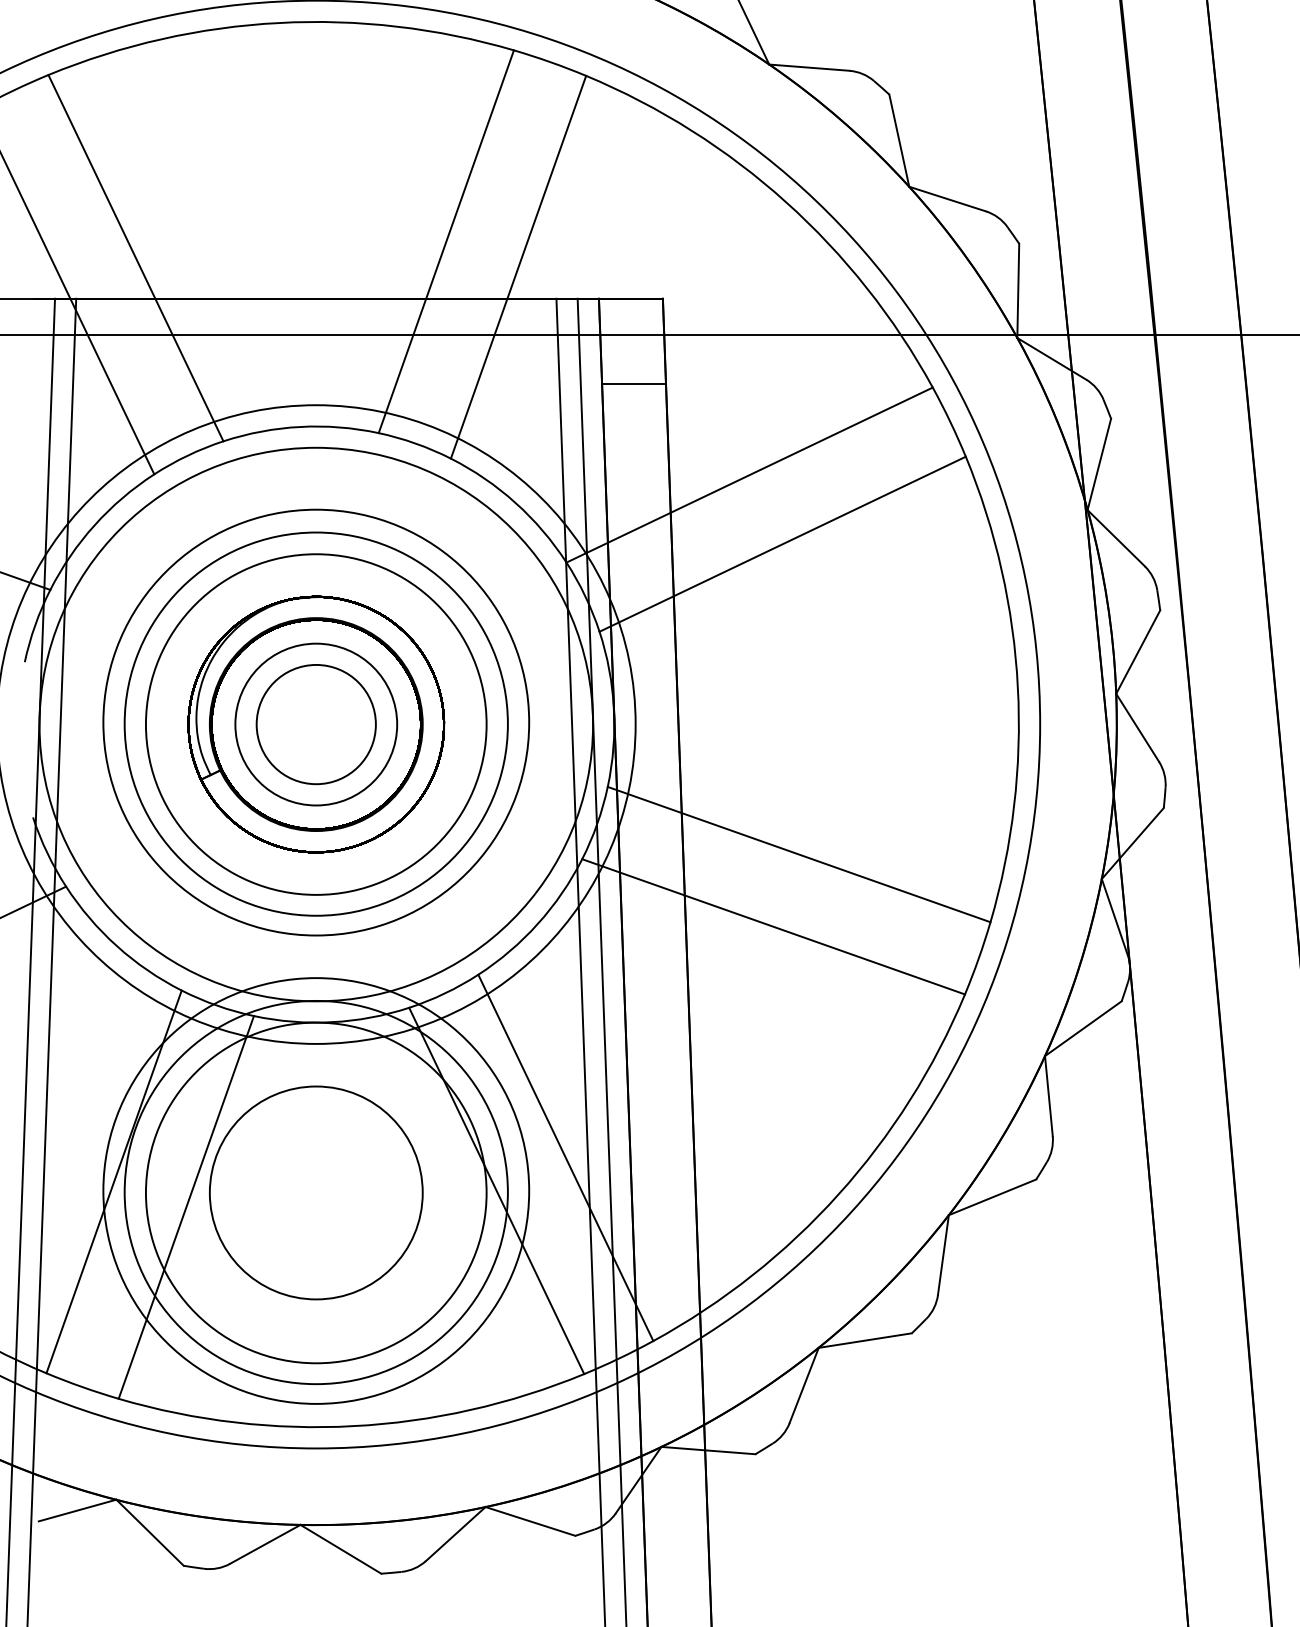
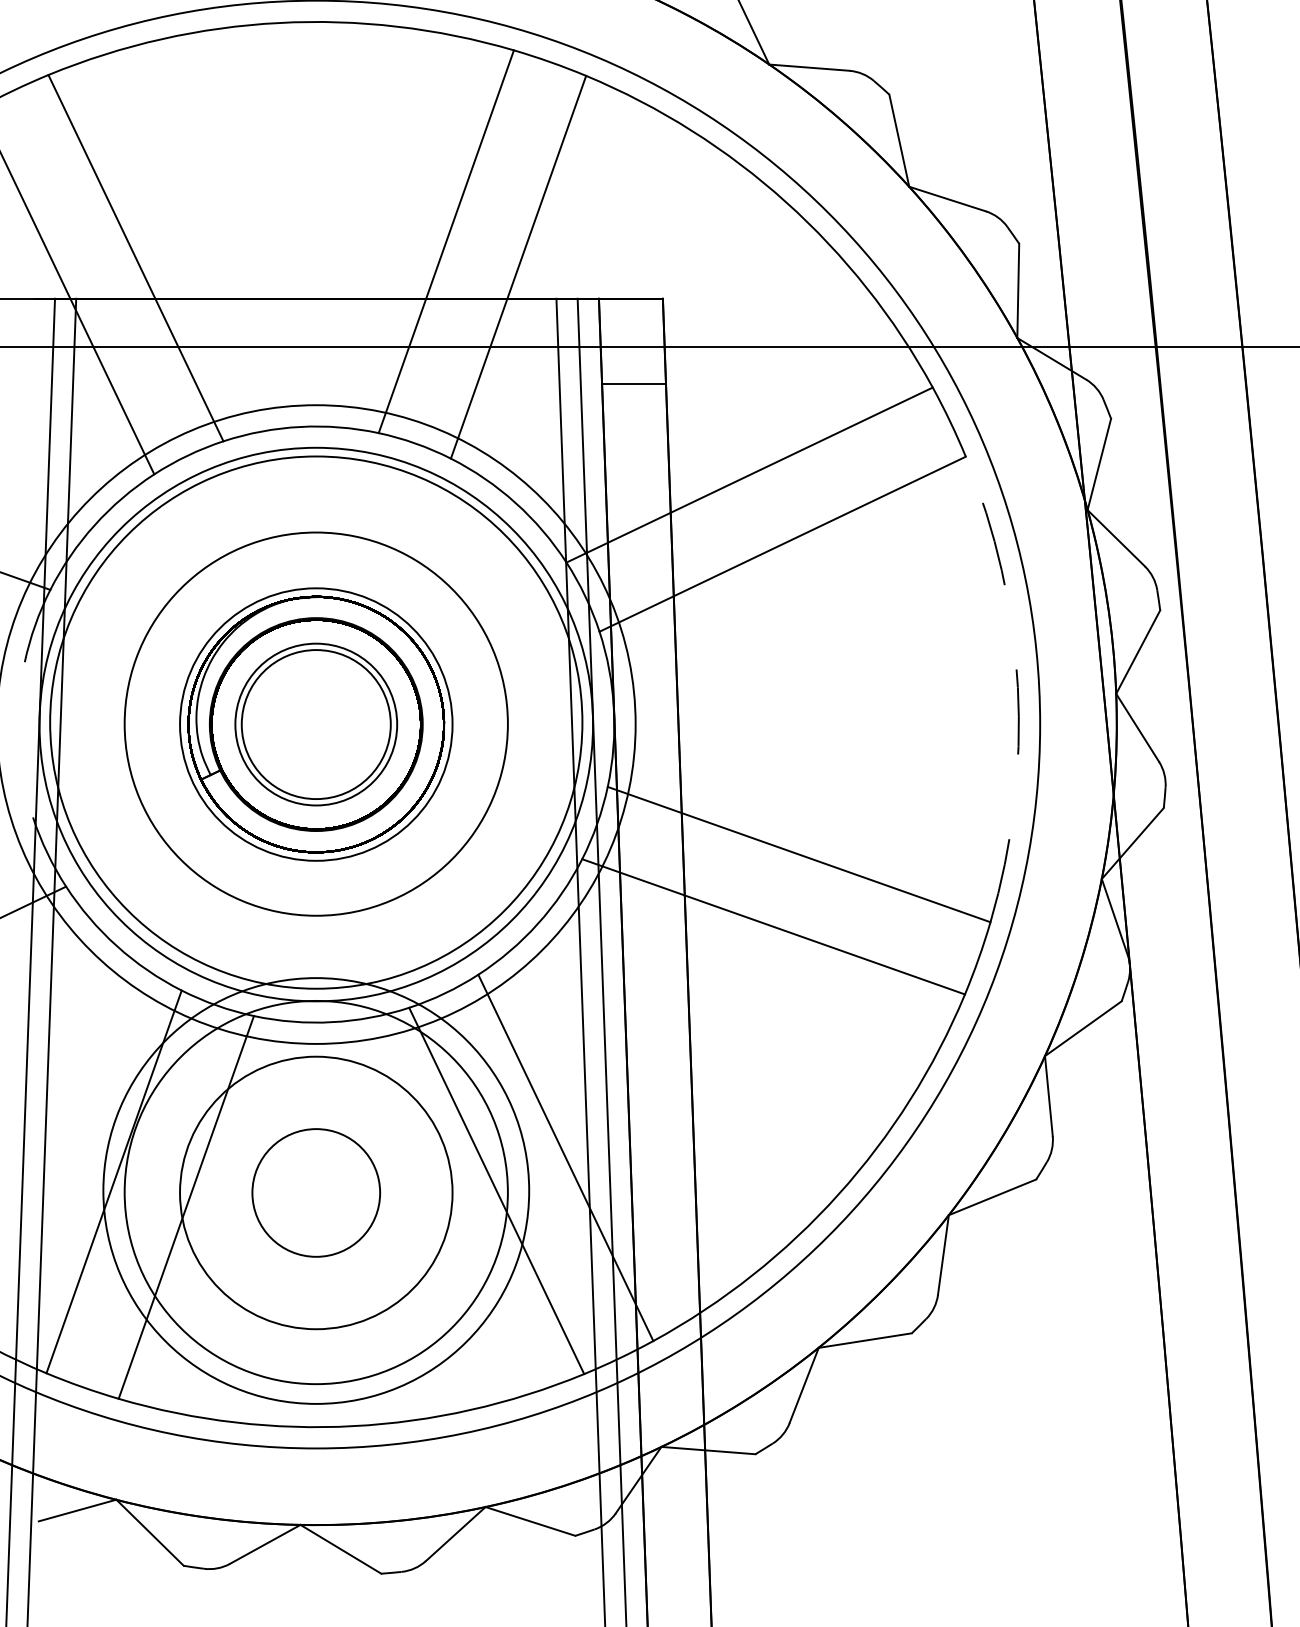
line at (649, 334) position: (649, 334) -> (649, 346)
arc at (1017, 687): solid -> dashed
circle at (316, 722) diameter: 426 px -> 532 px
circle at (315, 724) diameter: 119 px -> 149 px
circle at (315, 724) diameter: 341 px -> 273 px
circle at (315, 1192) diameter: 213 px -> 128 px
circle at (315, 1192) diameter: 341 px -> 273 px
